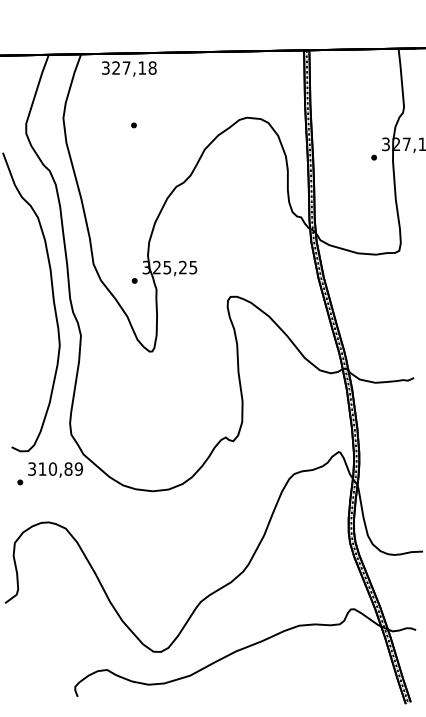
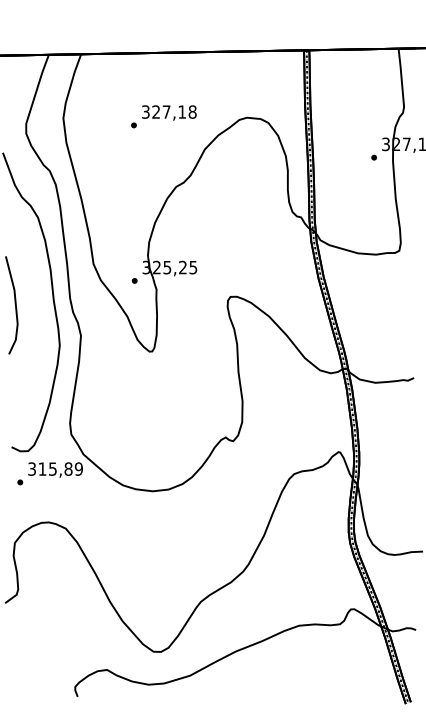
text at (129, 68) position: (129, 68) -> (169, 112)
line at (14, 304): none -> present
text at (52, 468): 310,89 -> 315,89
